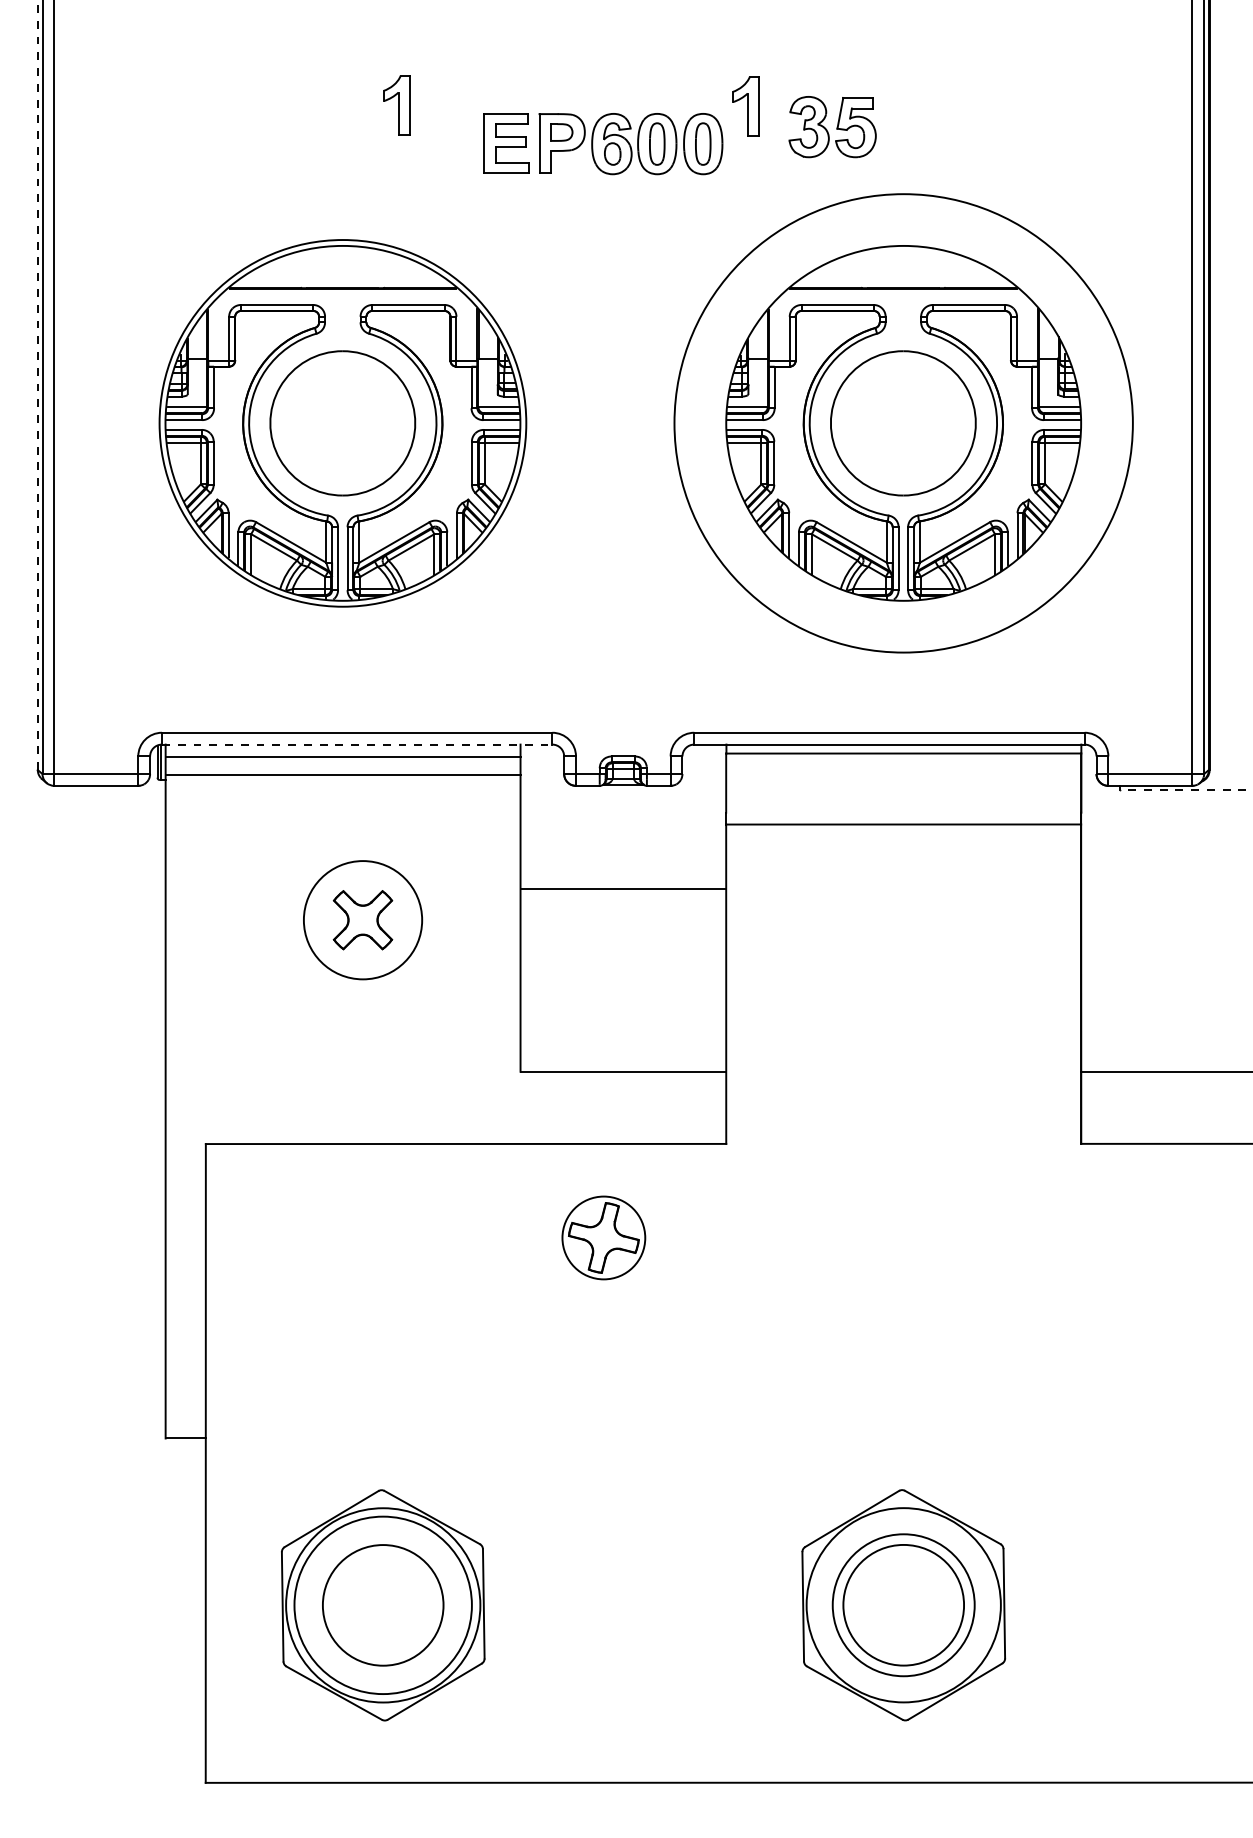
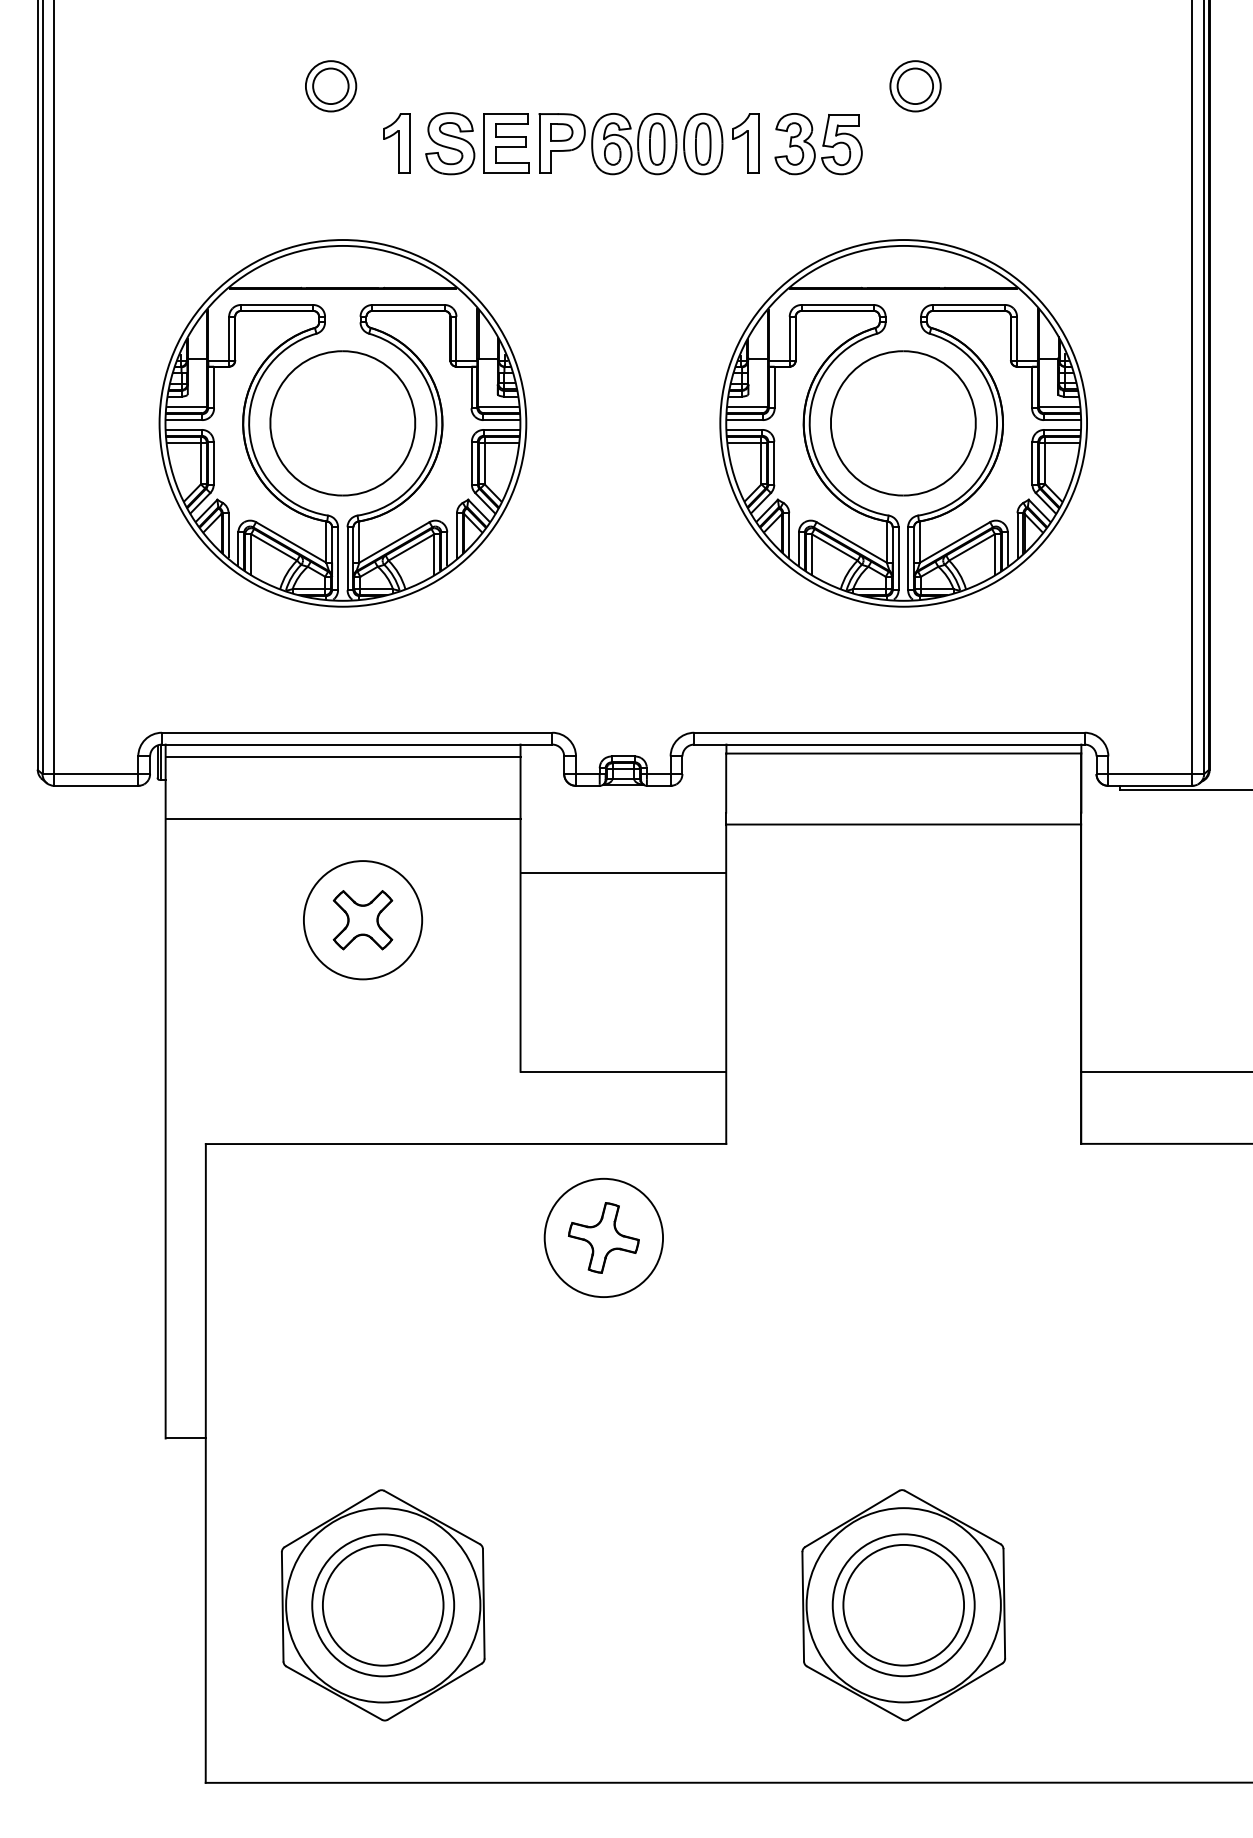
part at (331, 86): none -> present
part at (915, 86): none -> present
part at (396, 105) position: (396, 105) -> (396, 143)
part at (745, 106) position: (745, 106) -> (745, 143)
part at (832, 127) position: (832, 127) -> (818, 144)
part at (450, 143): none -> present
line at (37, 385): dashed -> solid
circle at (903, 423) diameter: 458 px -> 367 px
line at (357, 744): dashed -> solid
line at (342, 774) position: (342, 774) -> (342, 818)
line at (1185, 790): dashed -> solid
line at (623, 888) position: (623, 888) -> (623, 872)
circle at (603, 1237) diameter: 83 px -> 118 px
circle at (382, 1605) diameter: 177 px -> 142 px
